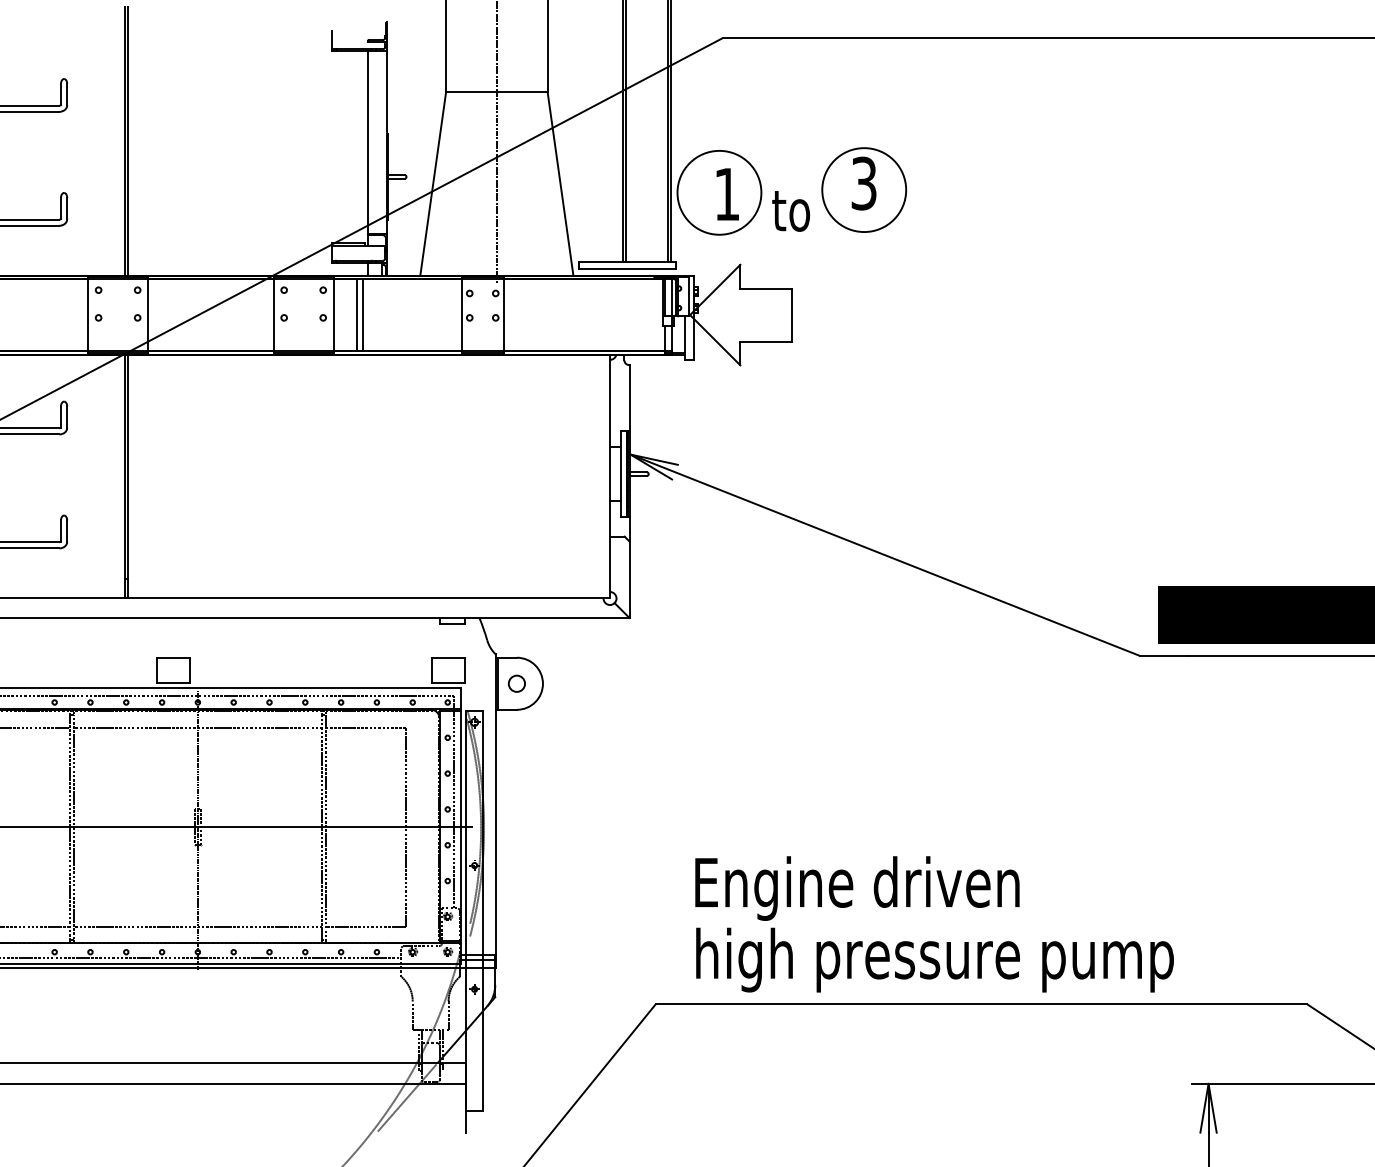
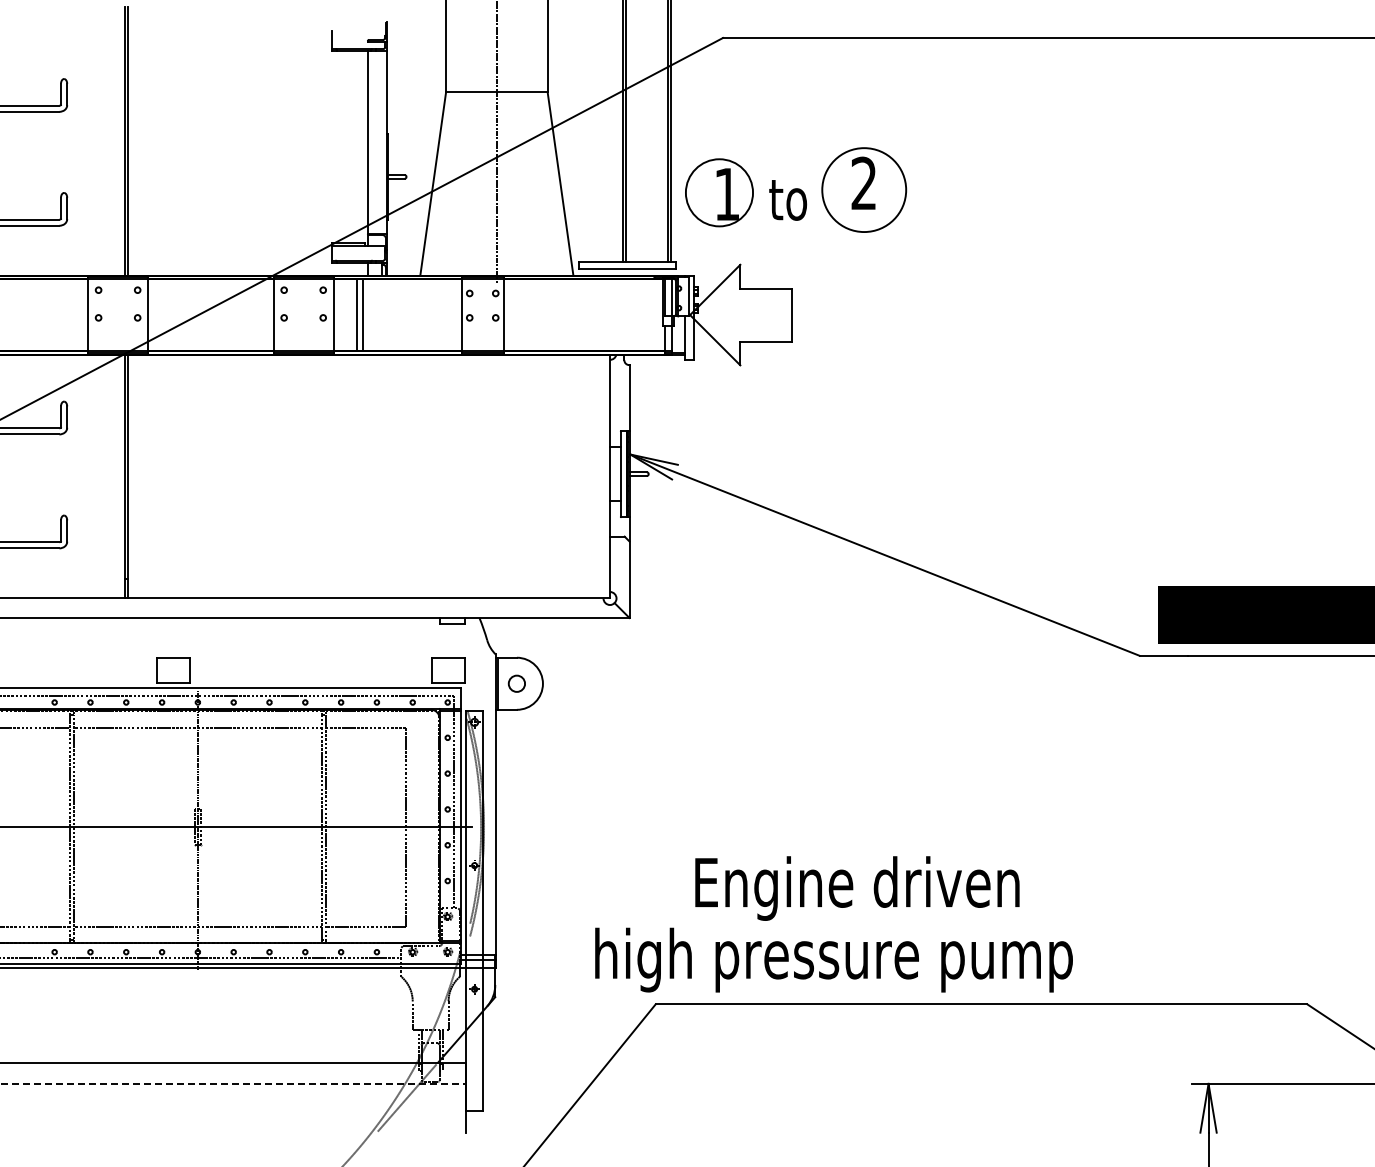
text at (863, 183): 3 -> 2
circle at (719, 192) diameter: 84 px -> 67 px
text at (791, 211) position: (791, 211) -> (788, 200)
text at (934, 959) position: (934, 959) -> (833, 959)
line at (233, 1083): solid -> dashed
